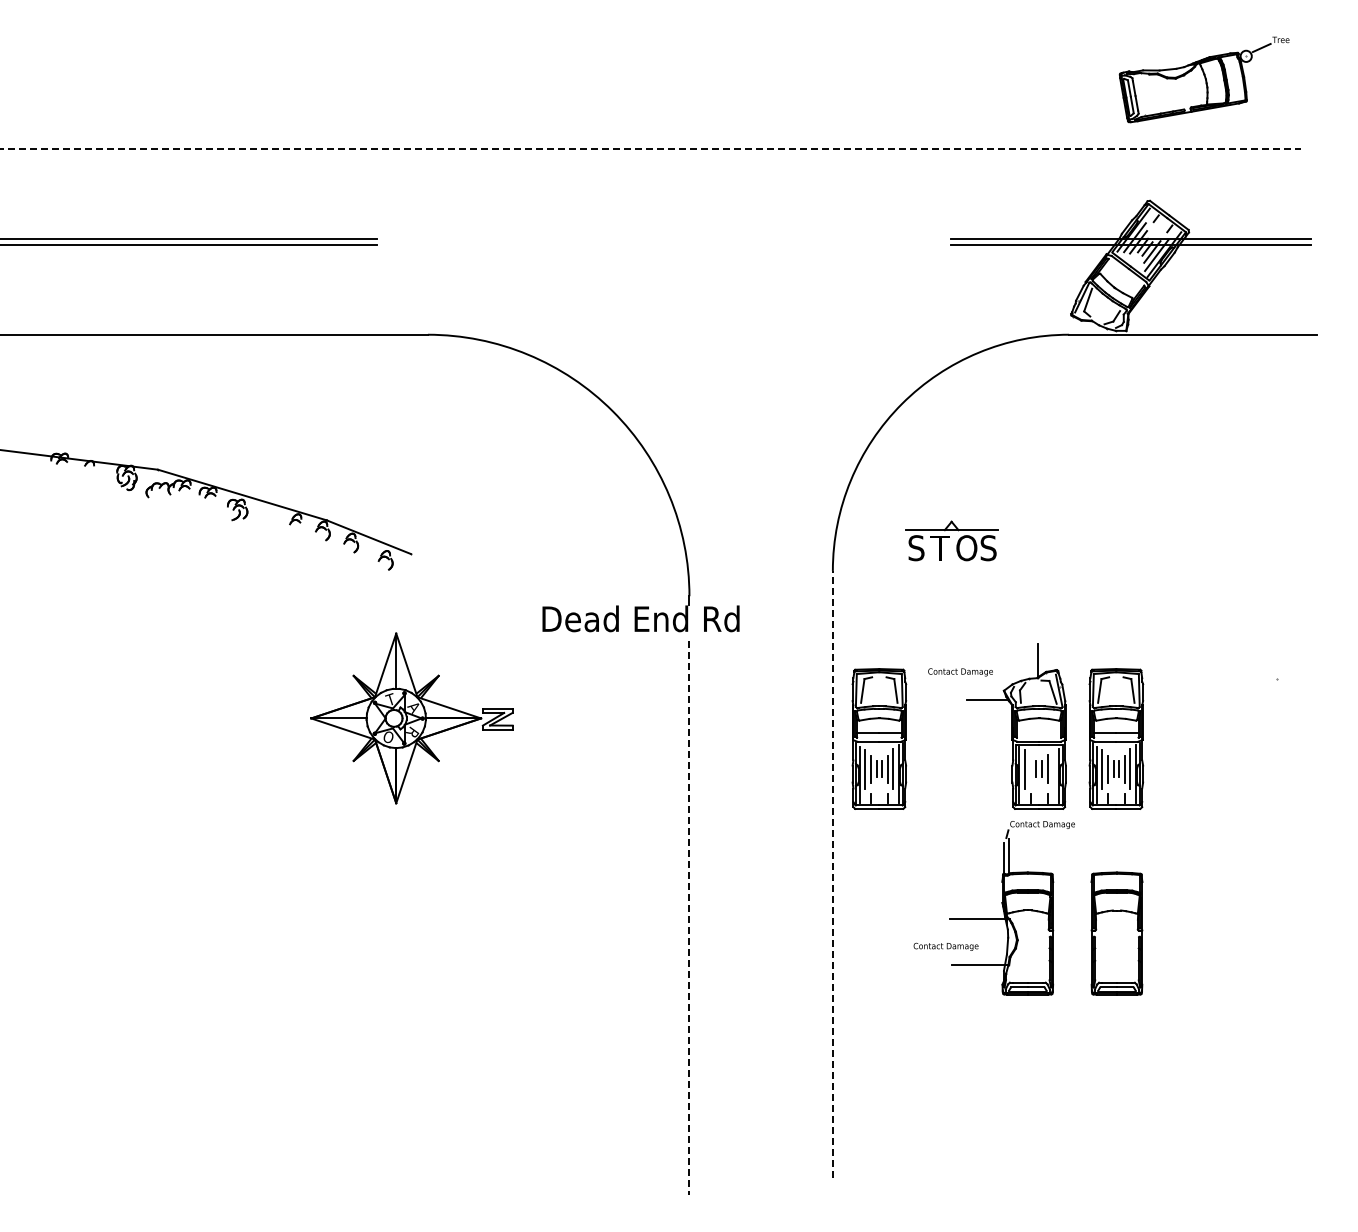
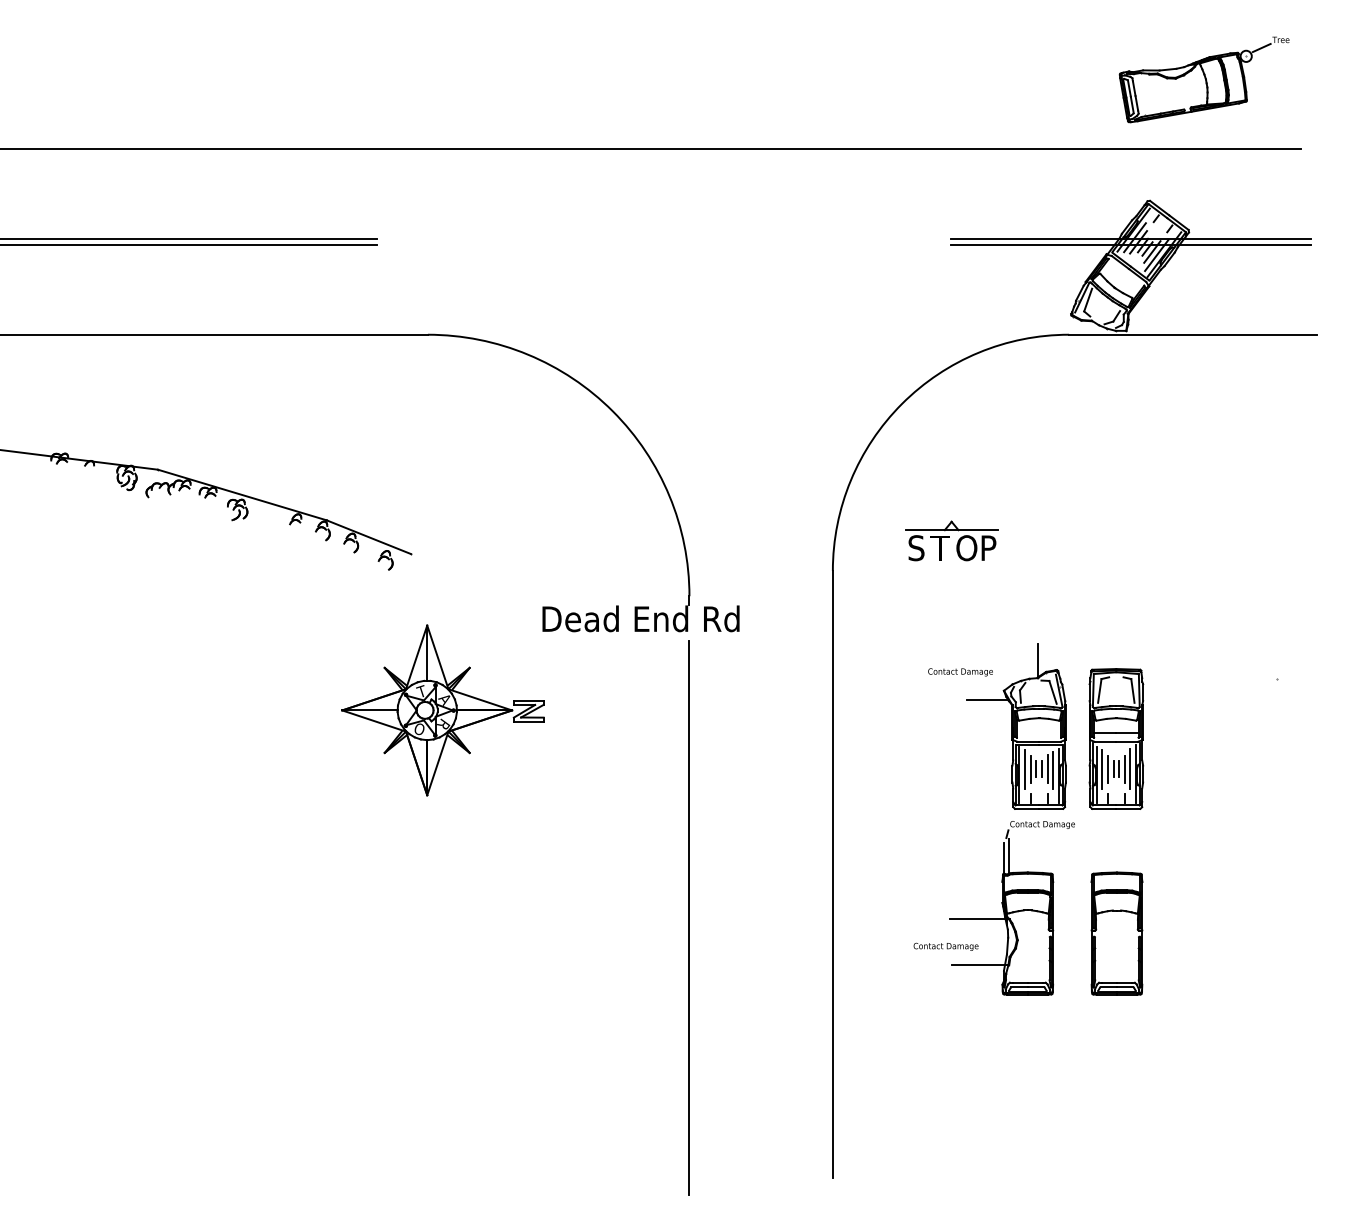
line at (651, 149): dashed -> solid
text at (988, 548): S -> P
part at (411, 718) position: (411, 718) -> (442, 710)
part at (879, 738): present -> none
line at (1030, 768): none -> present
line at (1053, 770): none -> present
line at (832, 874): dashed -> solid
line at (689, 918): dashed -> solid
